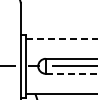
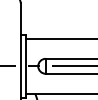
line at (61, 38): dashed -> solid
line at (71, 73): dashed -> solid
